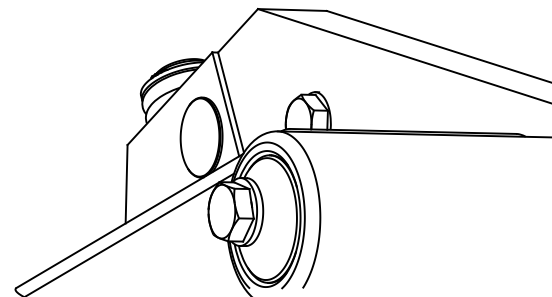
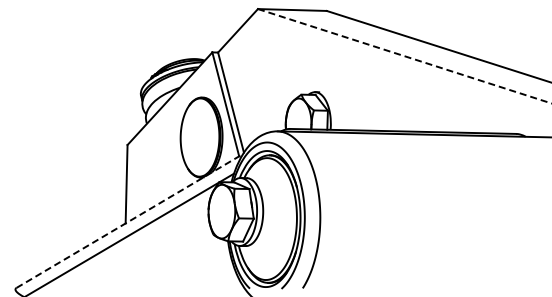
line at (405, 56): solid -> dashed
line at (129, 220): solid -> dashed
